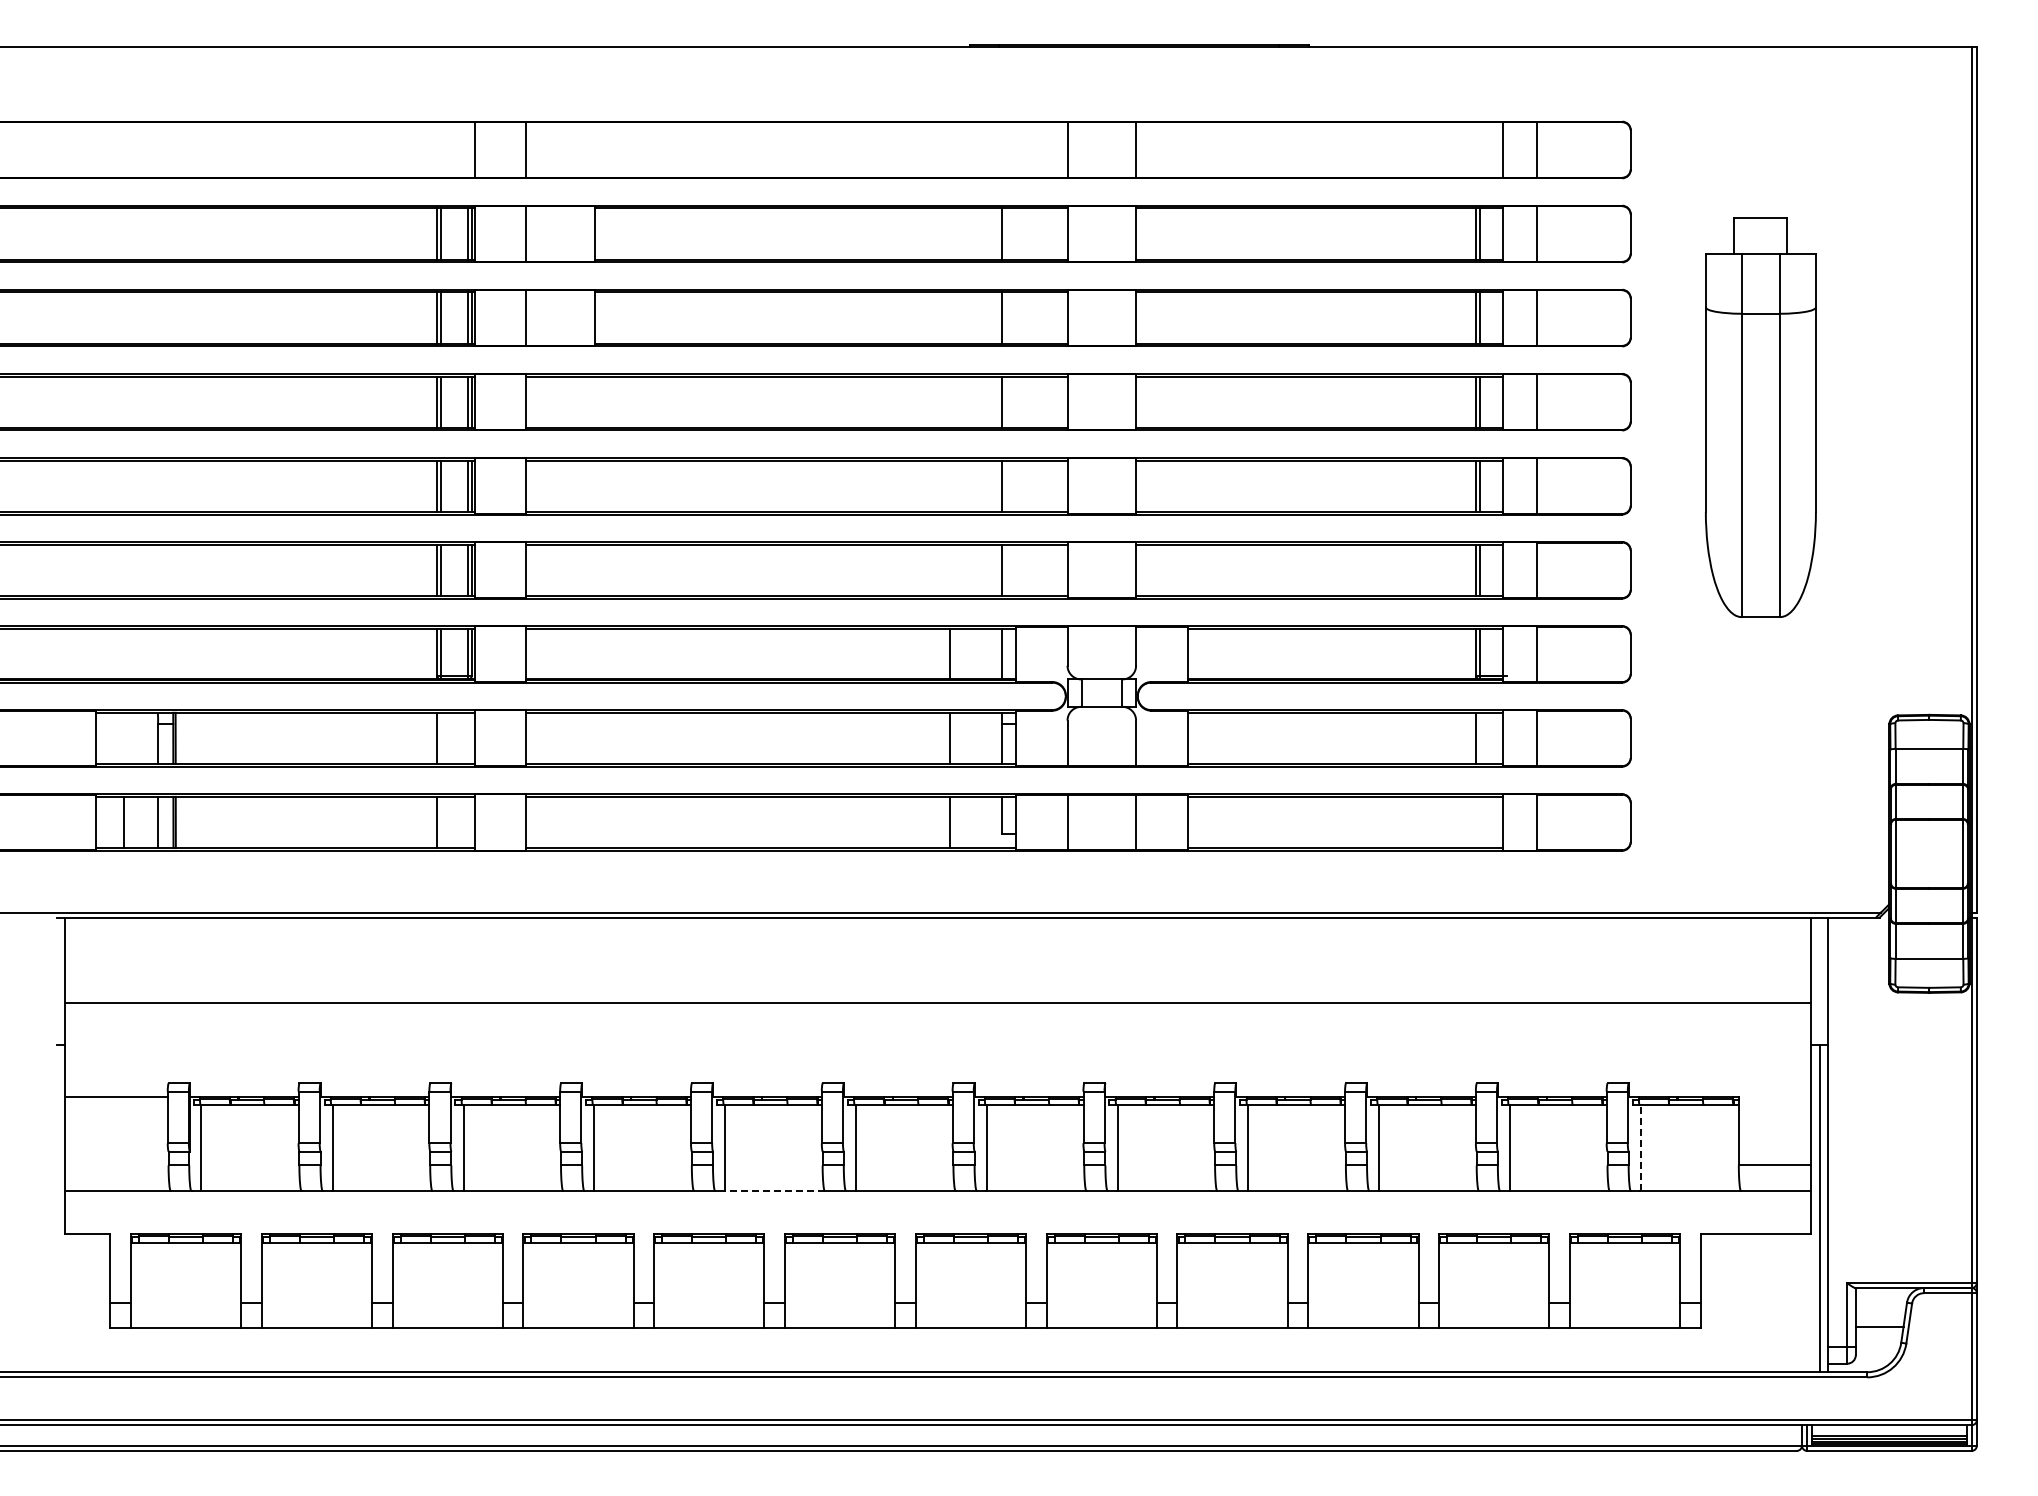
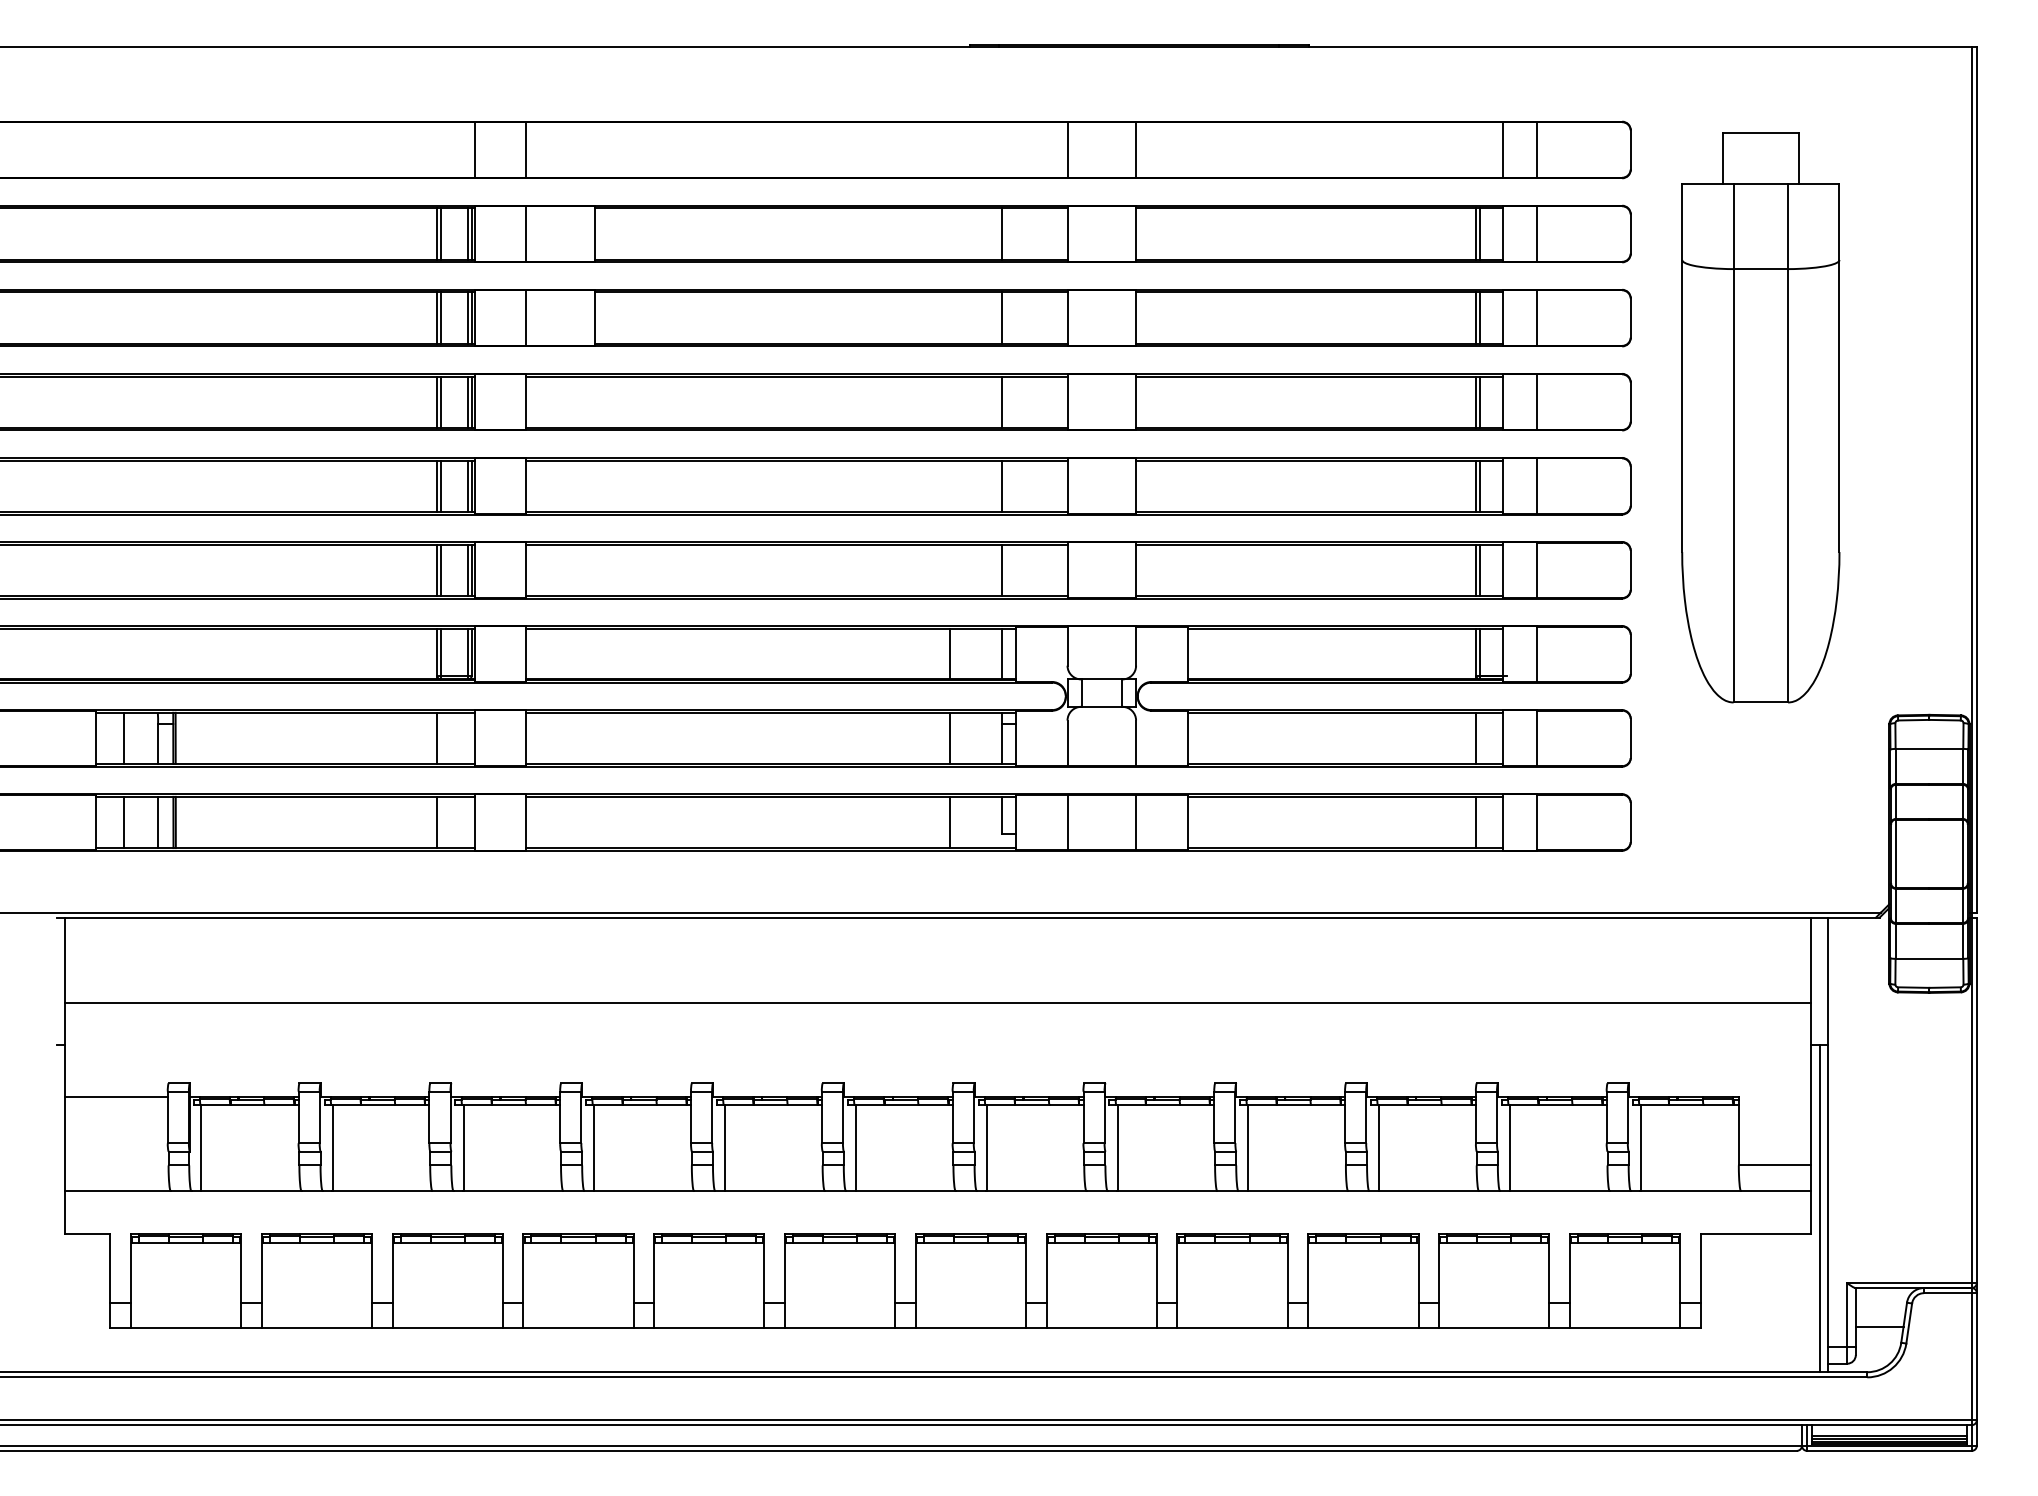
part at (1760, 417) size: 112x401 px -> 160x572 px
line at (123, 738): none -> present
line at (1476, 822): none -> present
line at (1640, 1148): dashed -> solid
line at (774, 1191): dashed -> solid
